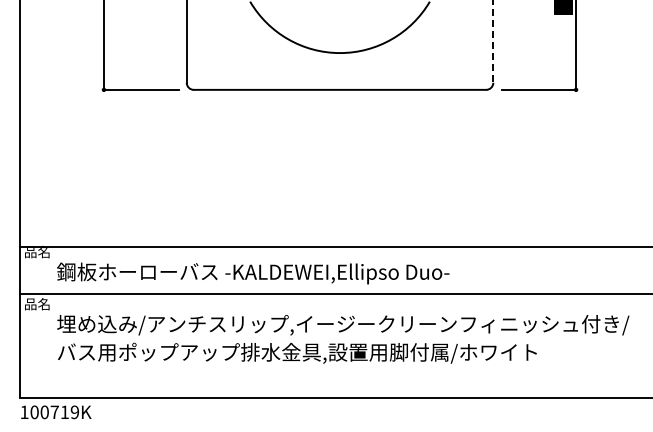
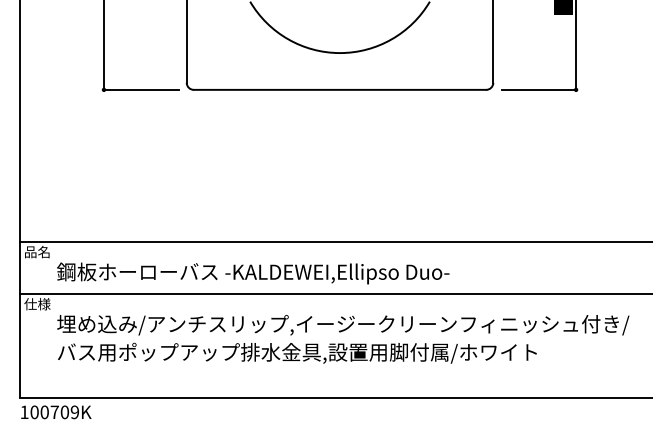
line at (493, 41): dashed -> solid
line at (334, 247) position: (334, 247) -> (334, 242)
text at (37, 304): 品名 -> 仕様
text at (64, 412): 100719K -> 100709K
